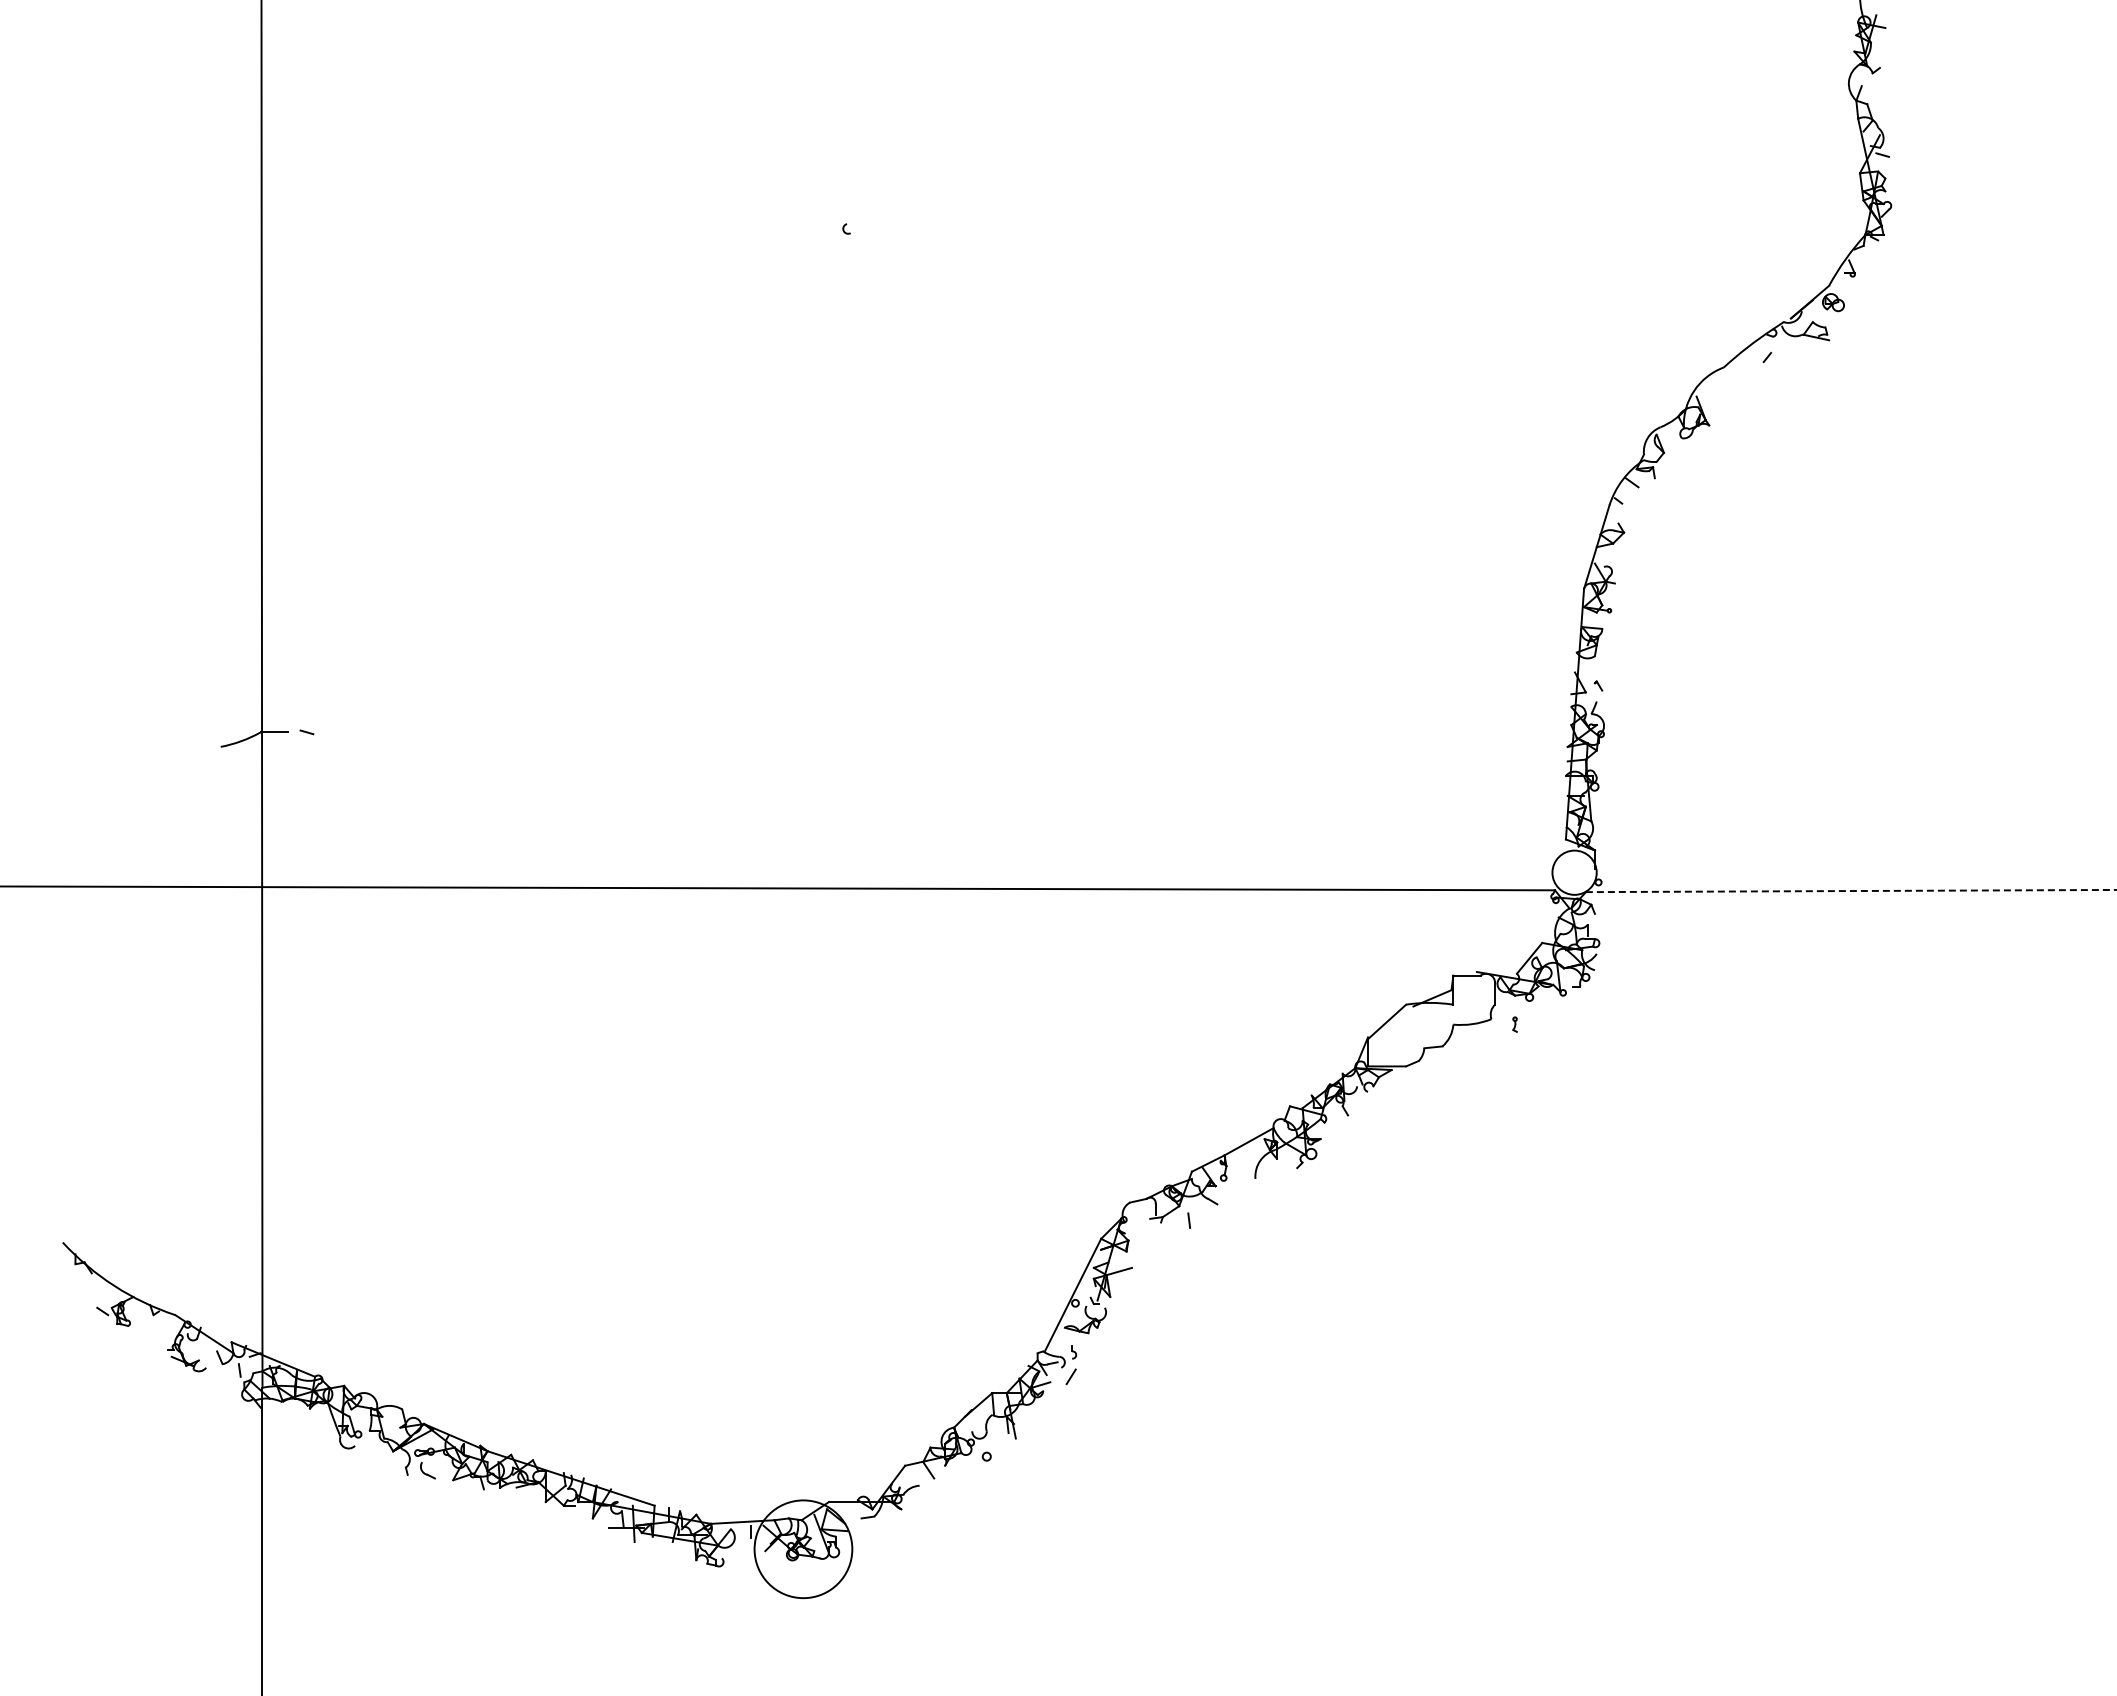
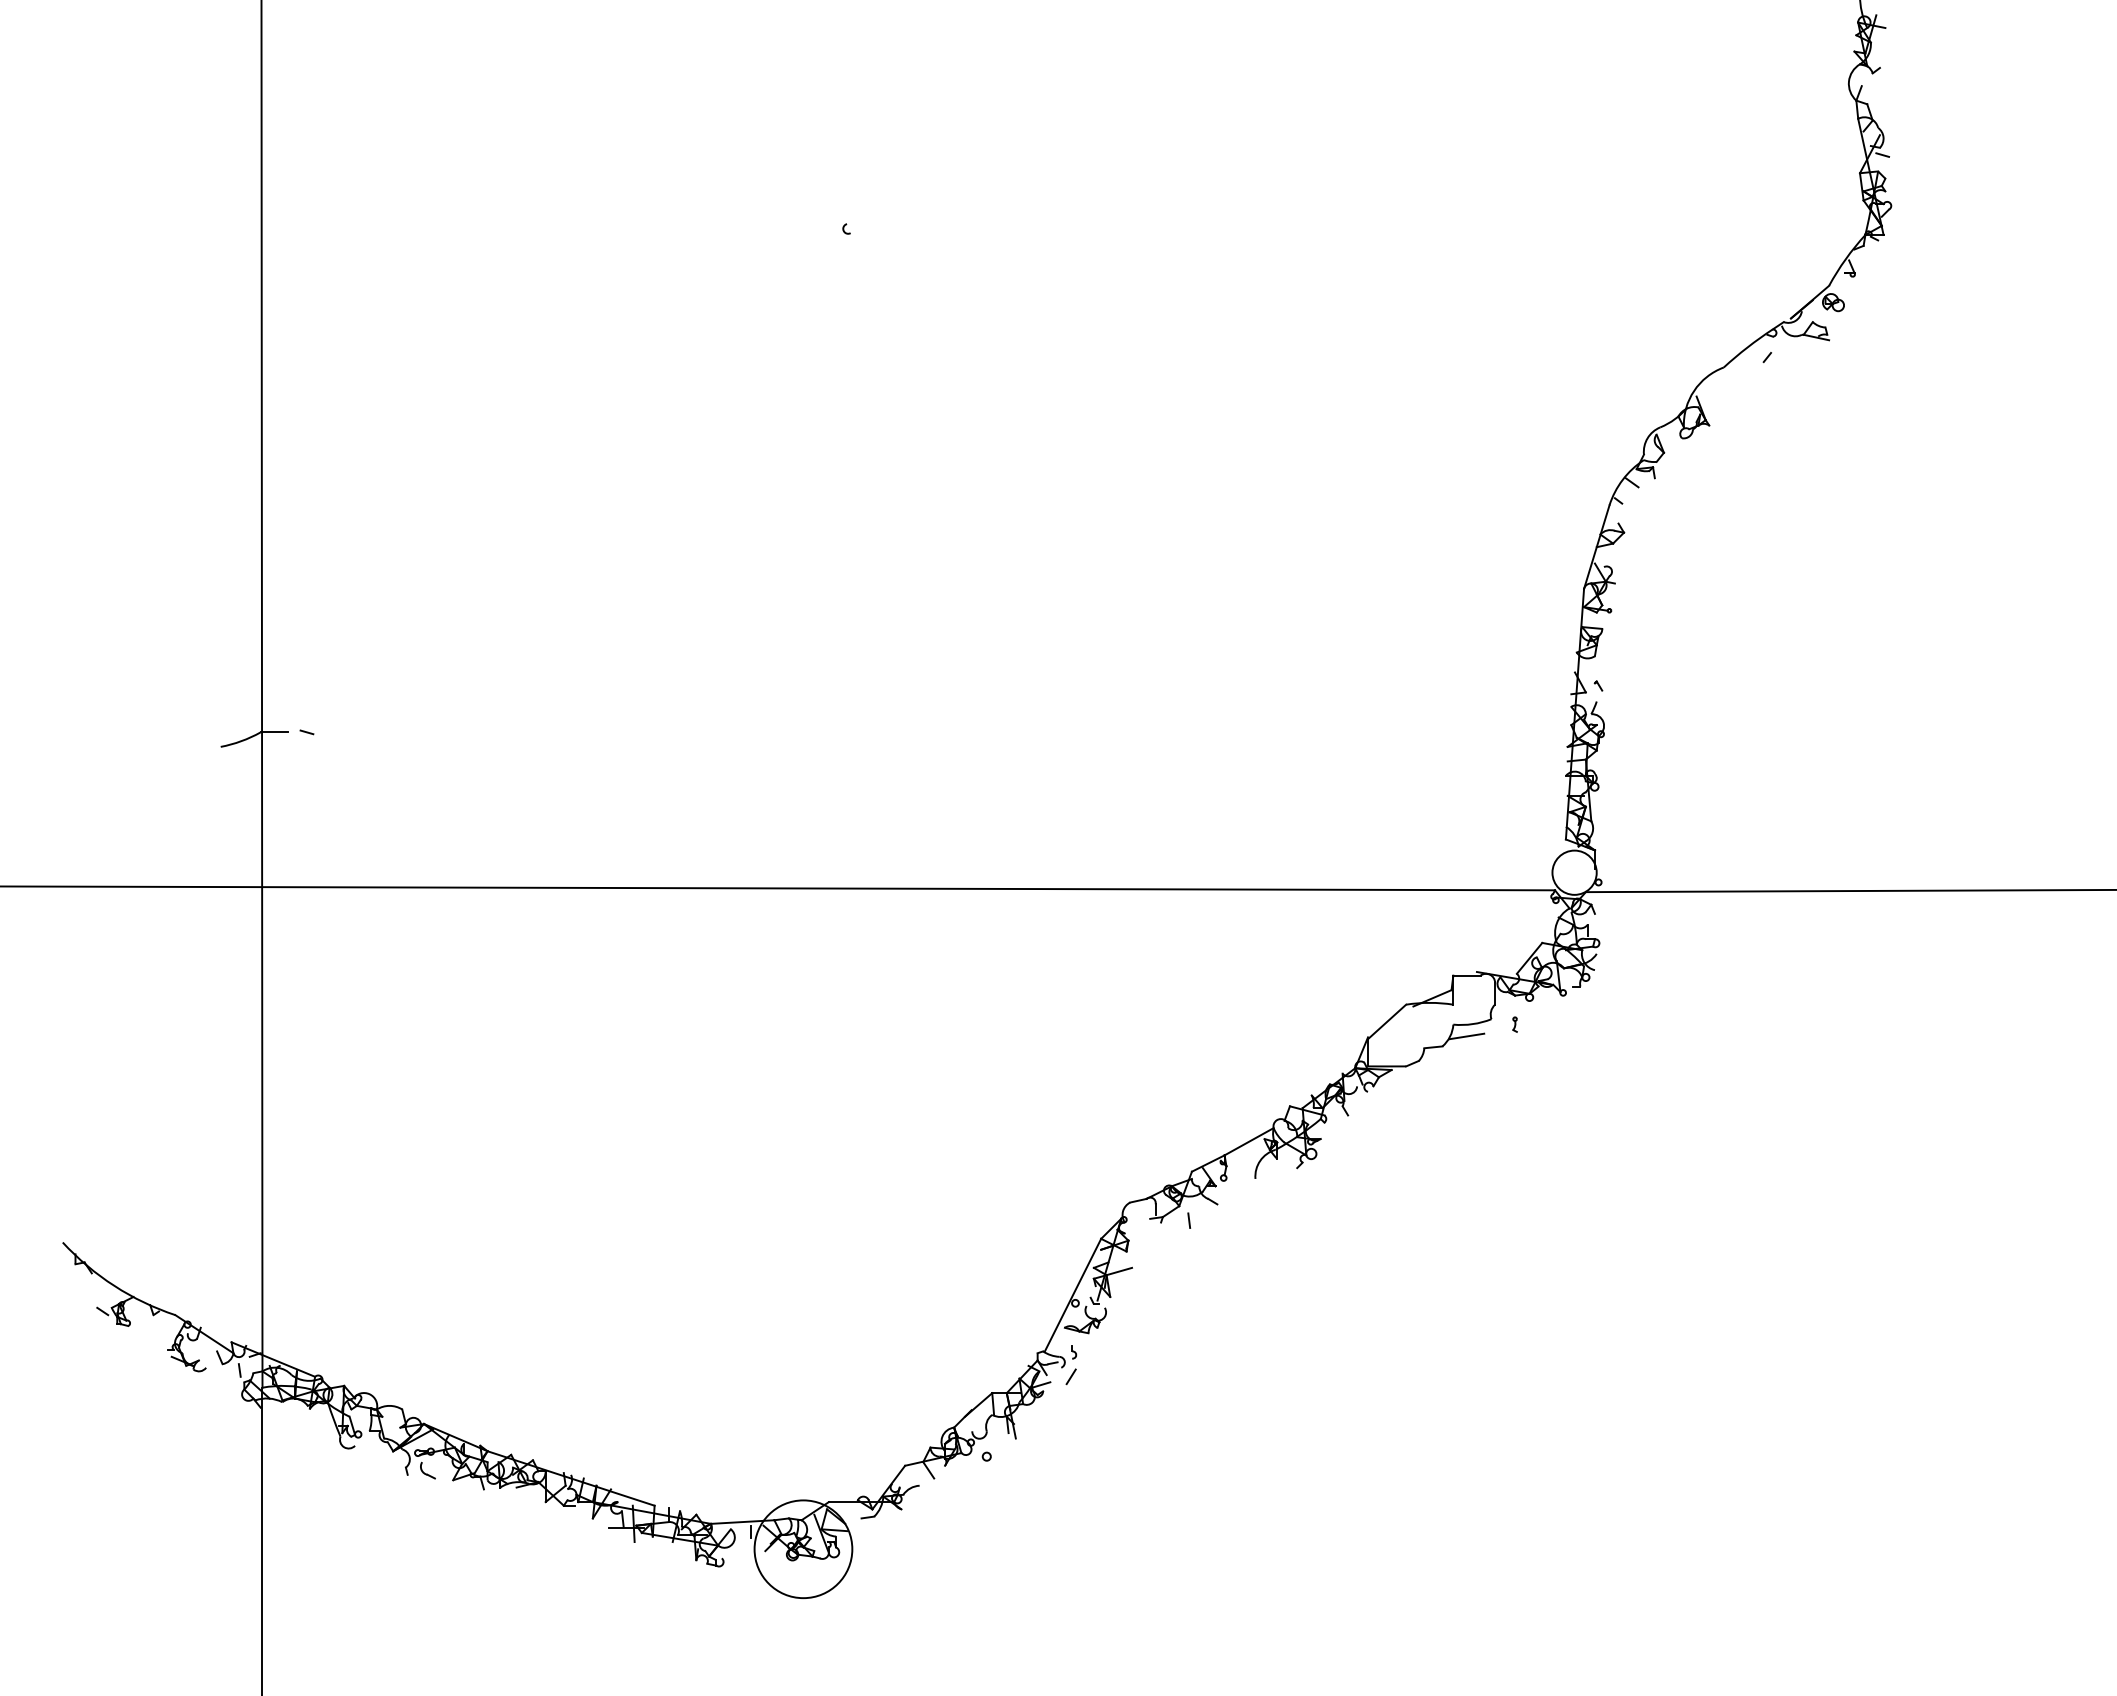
line at (1851, 891): dashed -> solid
line at (1466, 1036): none -> present
